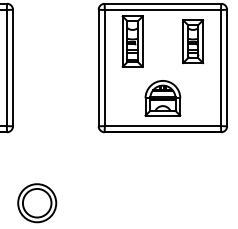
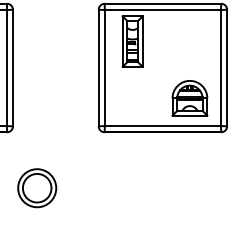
part at (193, 41): present -> none
part at (162, 98) position: (162, 98) -> (189, 98)
part at (37, 203) position: (37, 203) -> (37, 188)
